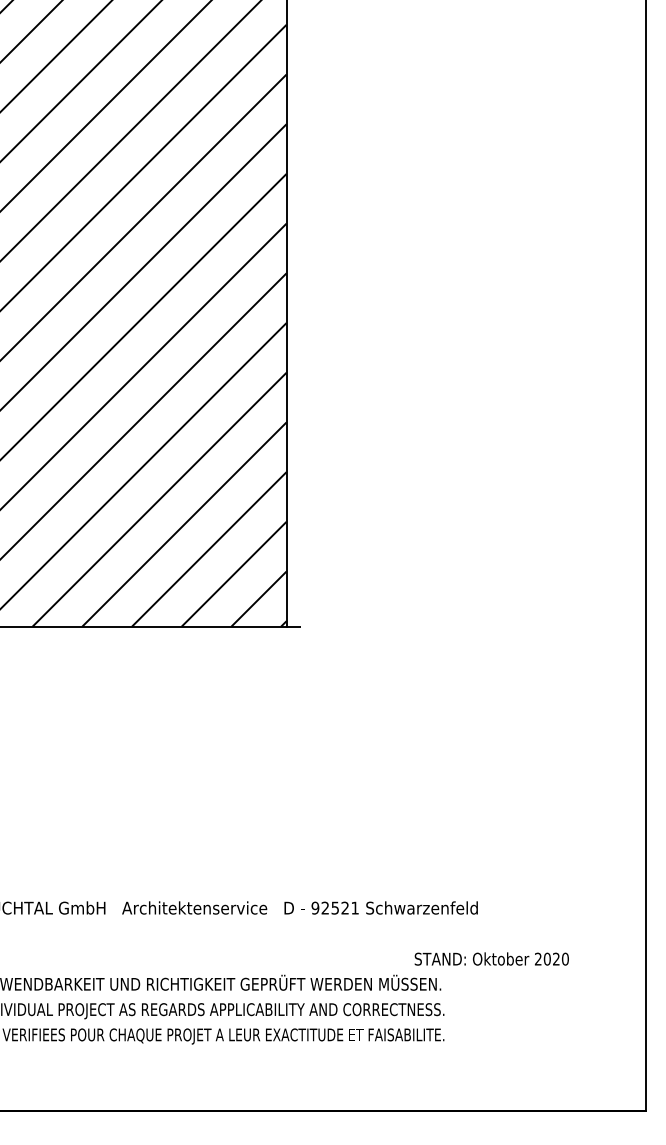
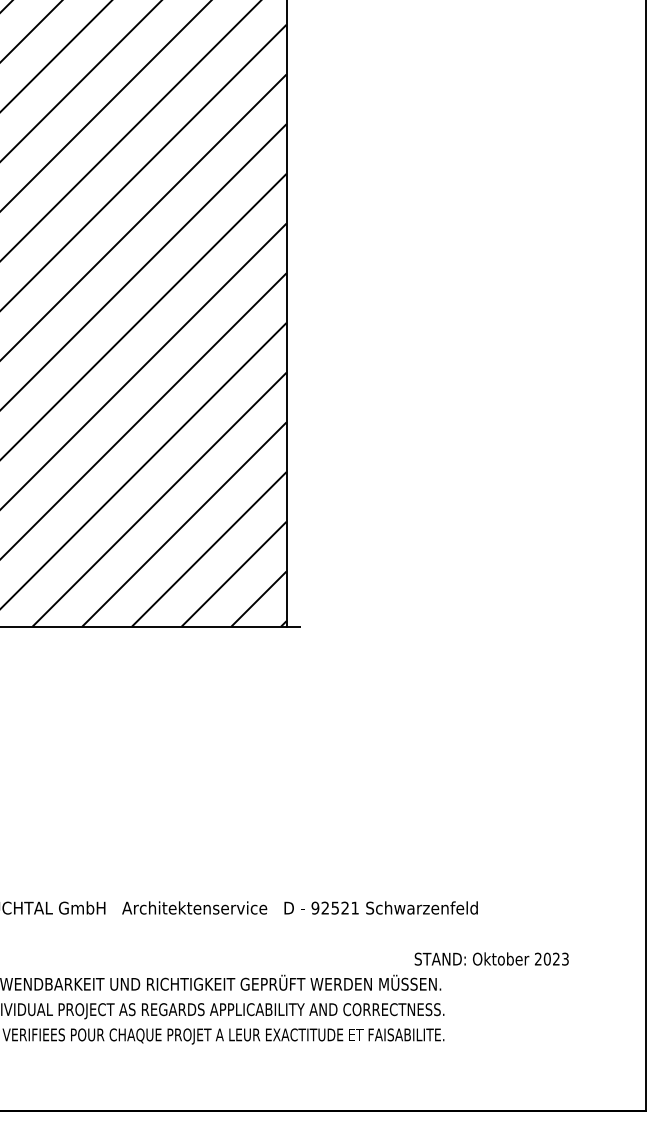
text at (565, 958): 2020 -> 2023
